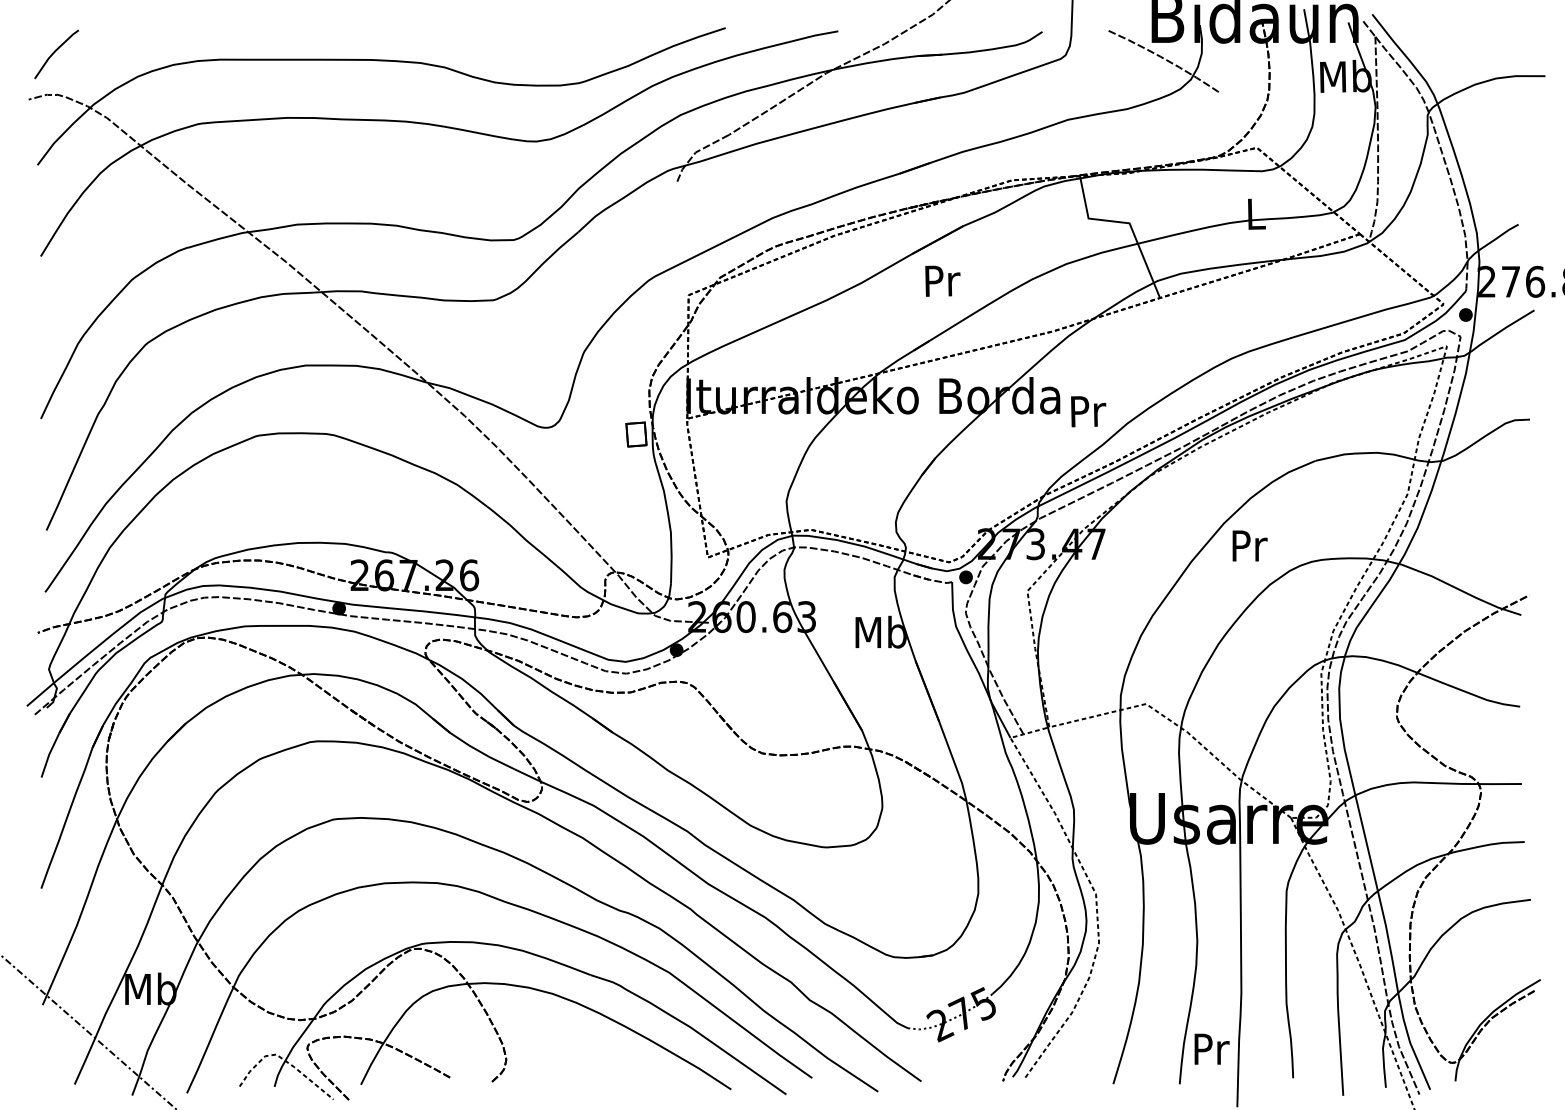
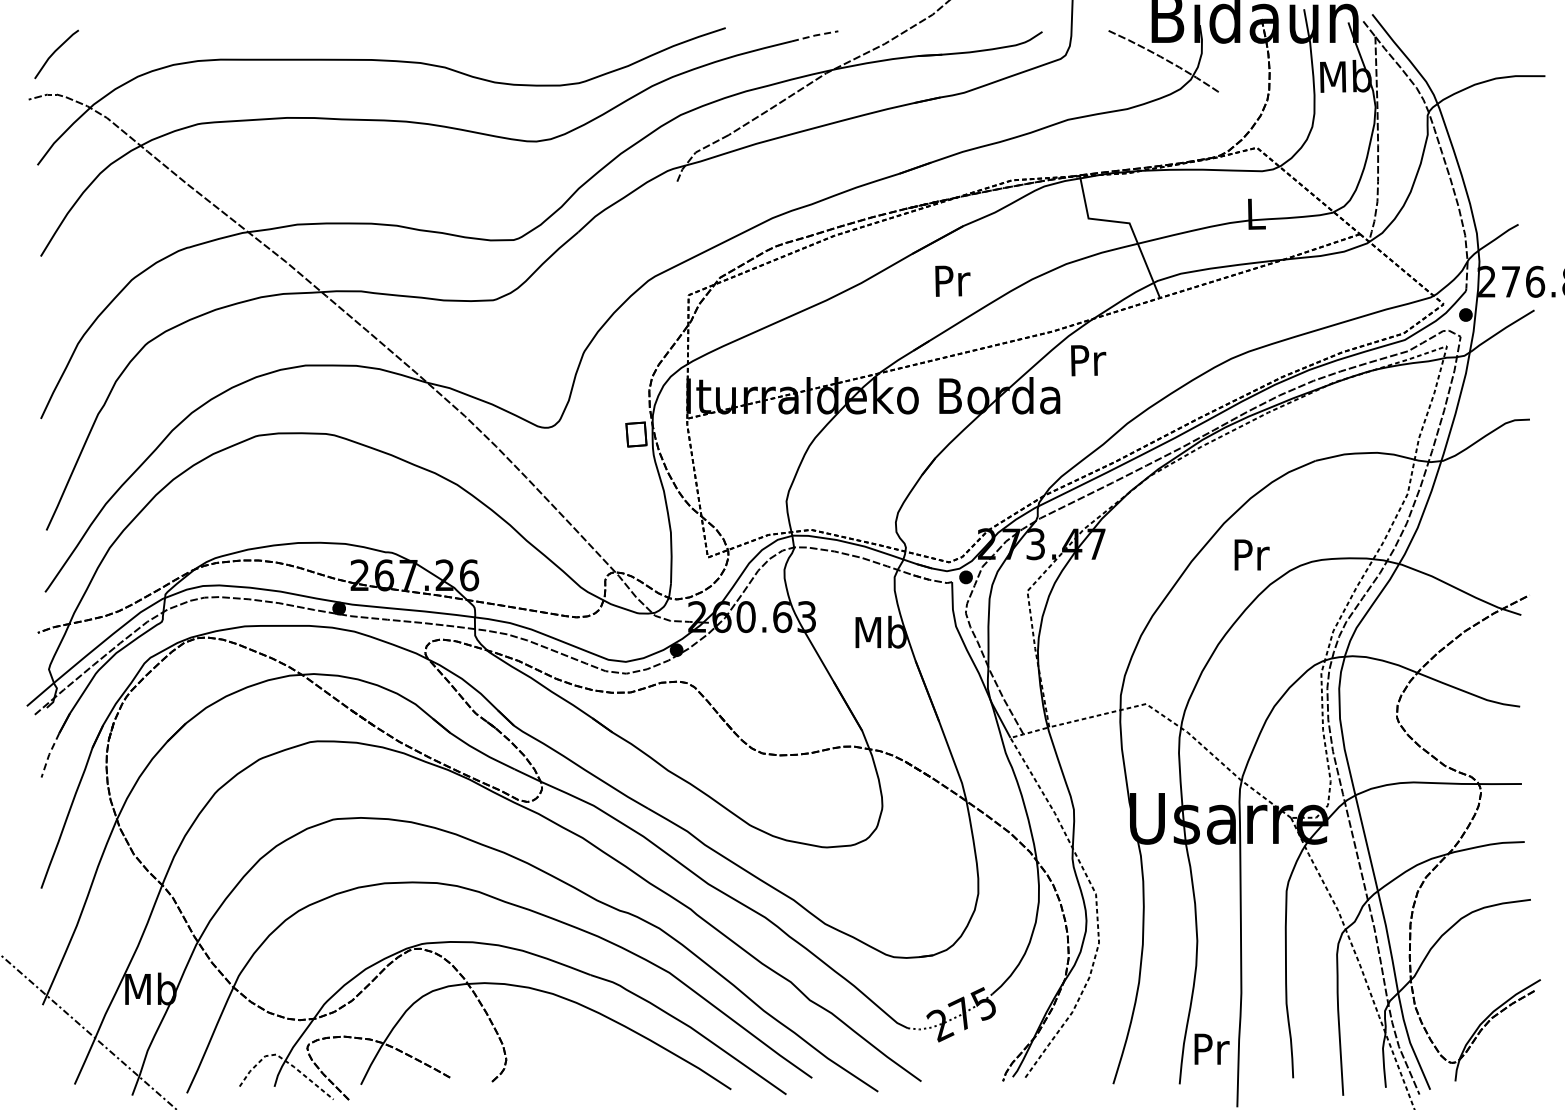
line at (815, 35): solid -> dashed
text at (942, 280) position: (942, 280) -> (952, 280)
text at (1088, 411) position: (1088, 411) -> (1088, 360)
text at (1249, 545) position: (1249, 545) -> (1251, 554)
line at (49, 754): solid -> dashed
